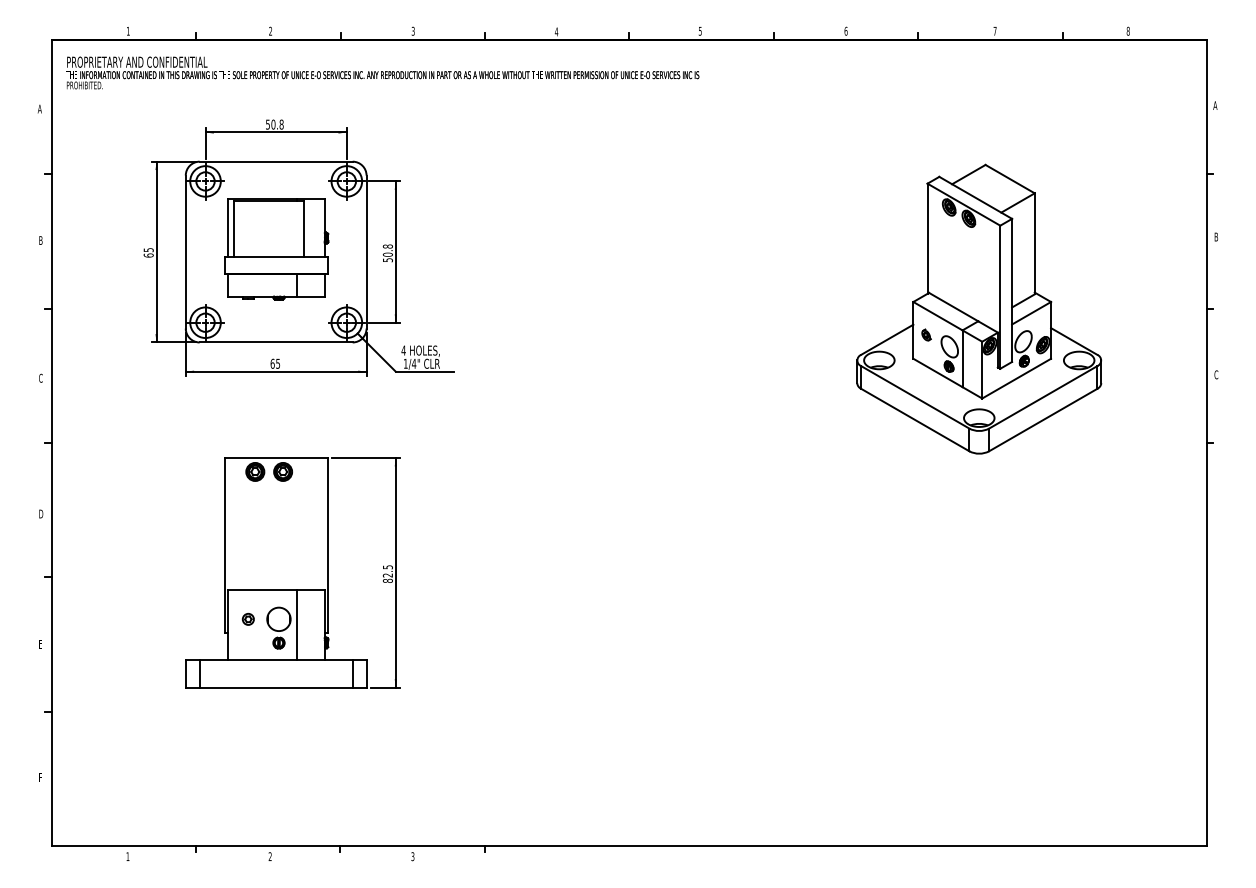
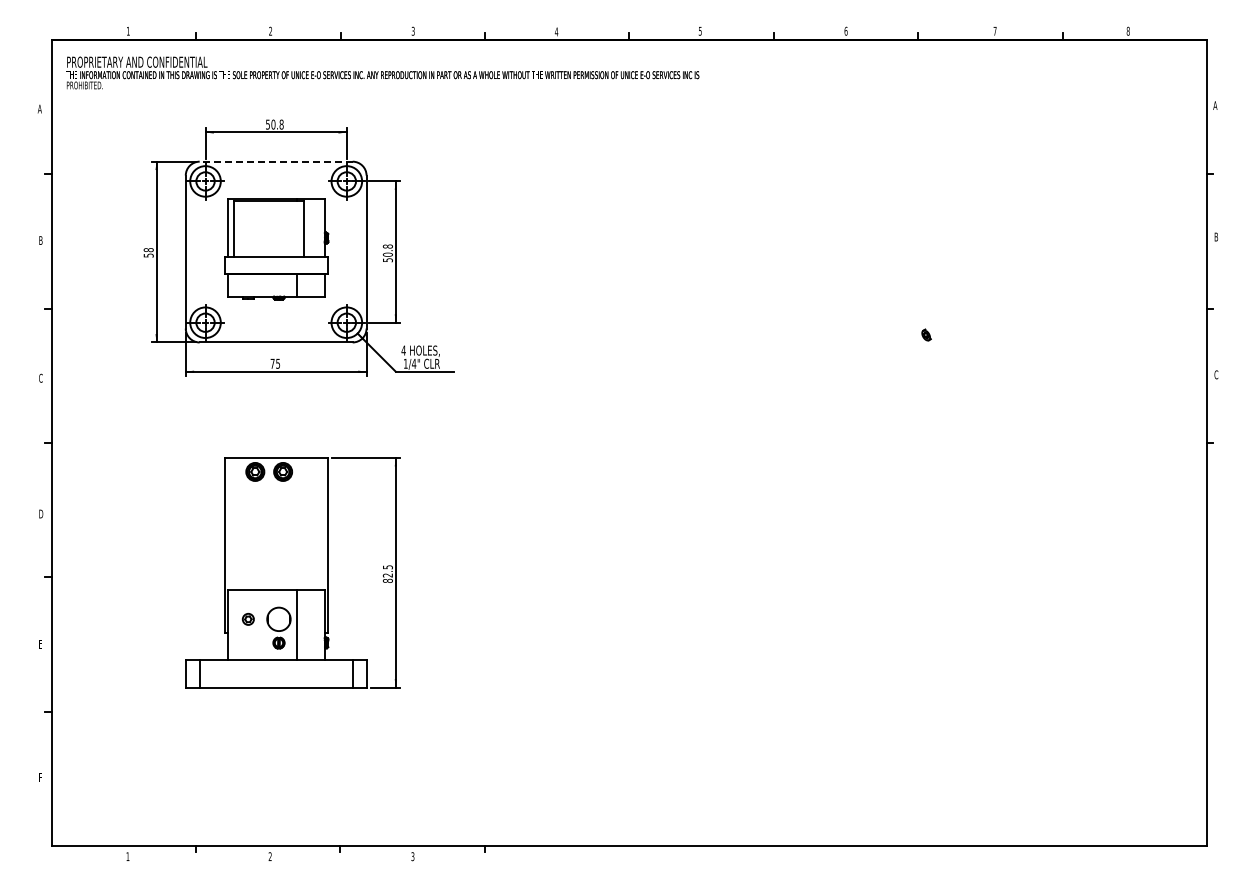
line at (275, 161): solid -> dashed
text at (148, 252): 65 -> 58
part at (979, 308): present -> none
text at (272, 363): 65 -> 75
